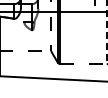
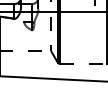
line at (106, 32): dashed -> solid
